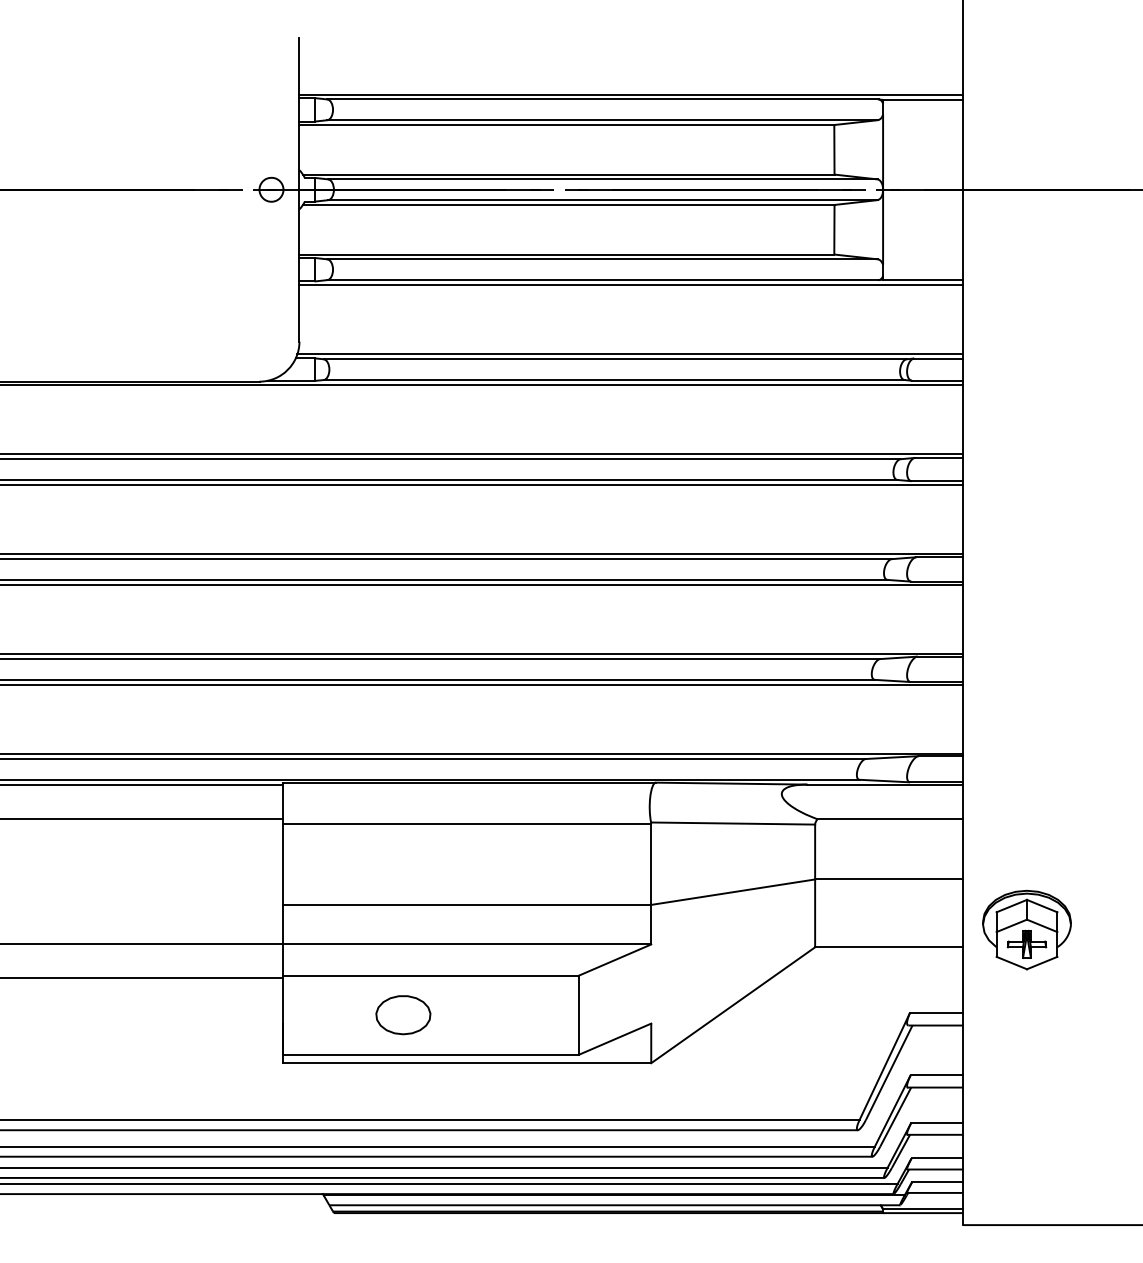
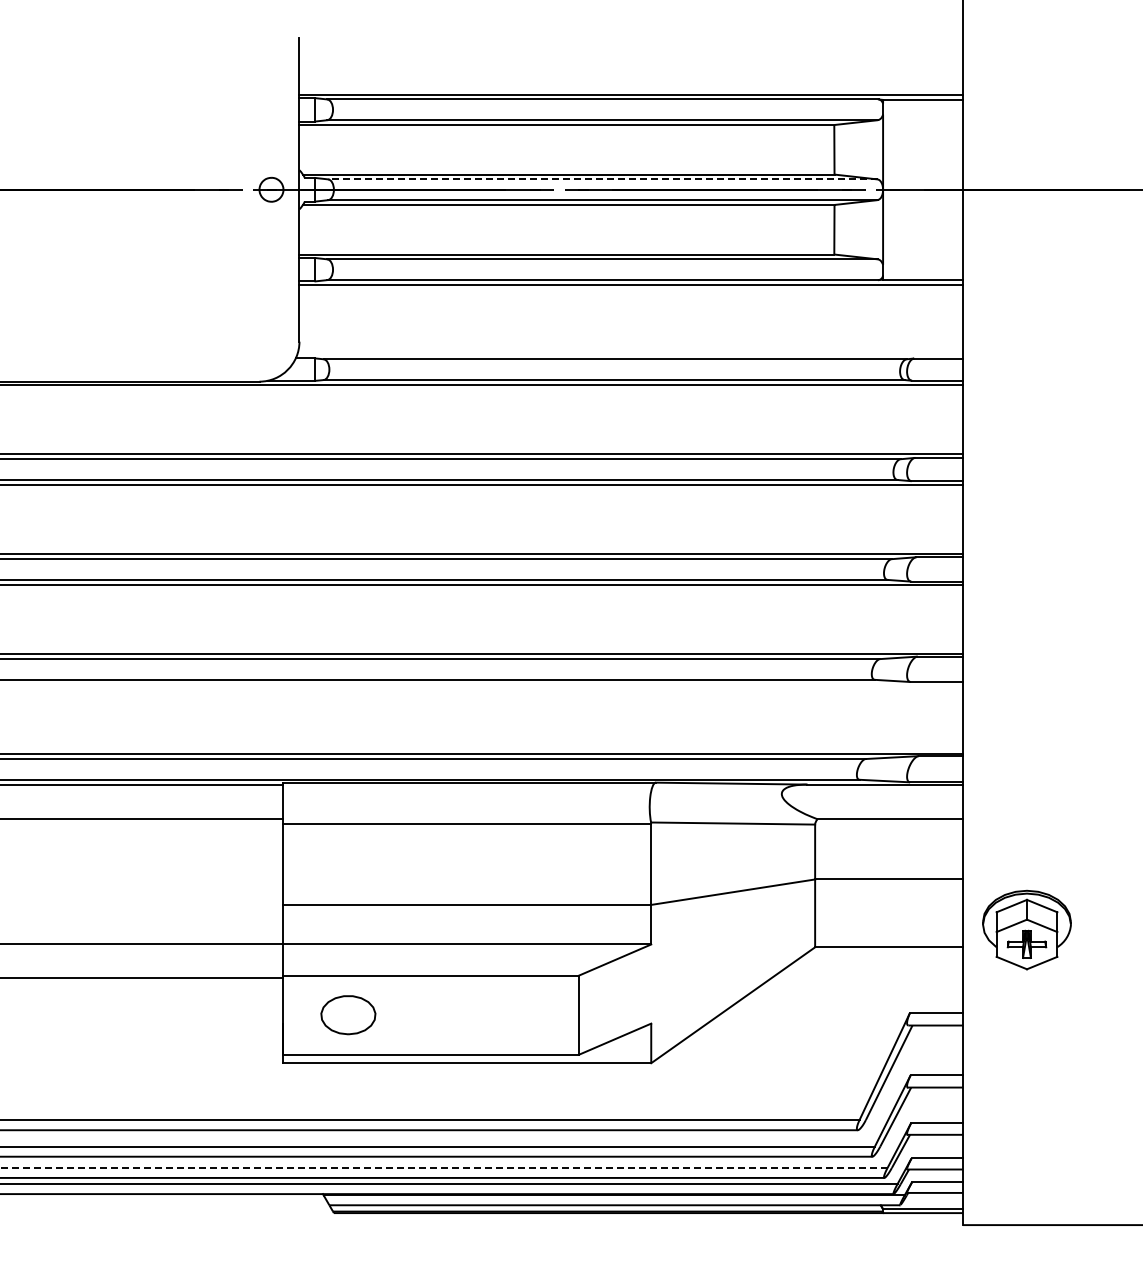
line at (602, 179): solid -> dashed
line at (630, 354): present -> none
line at (482, 684): present -> none
part at (403, 1015) position: (403, 1015) -> (348, 1015)
line at (443, 1167): solid -> dashed
